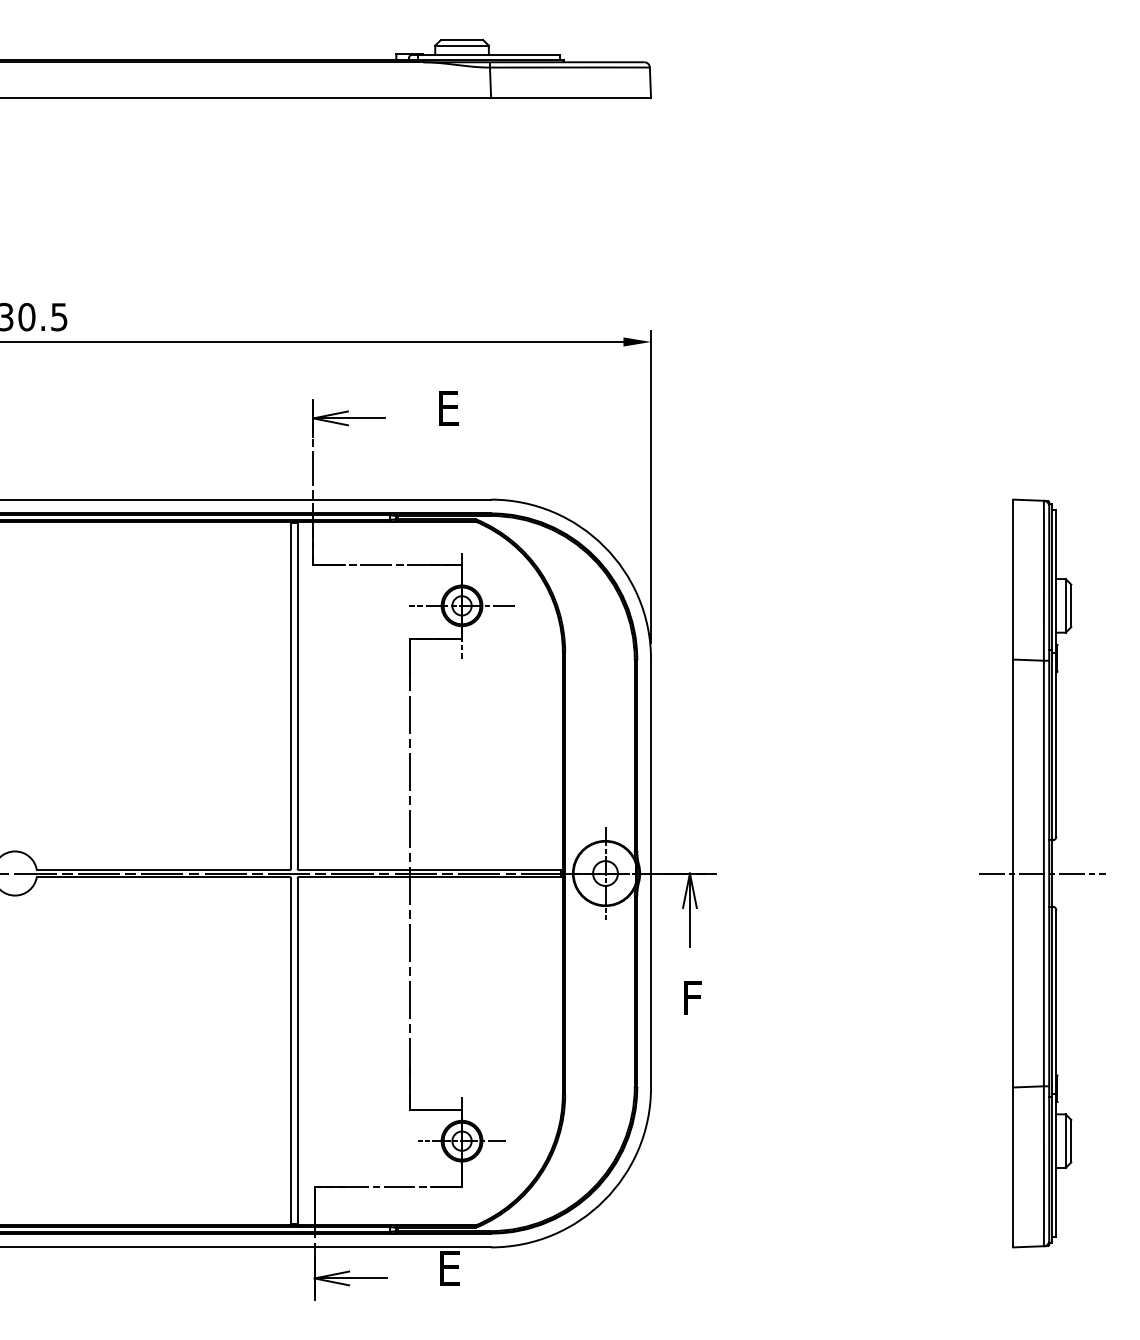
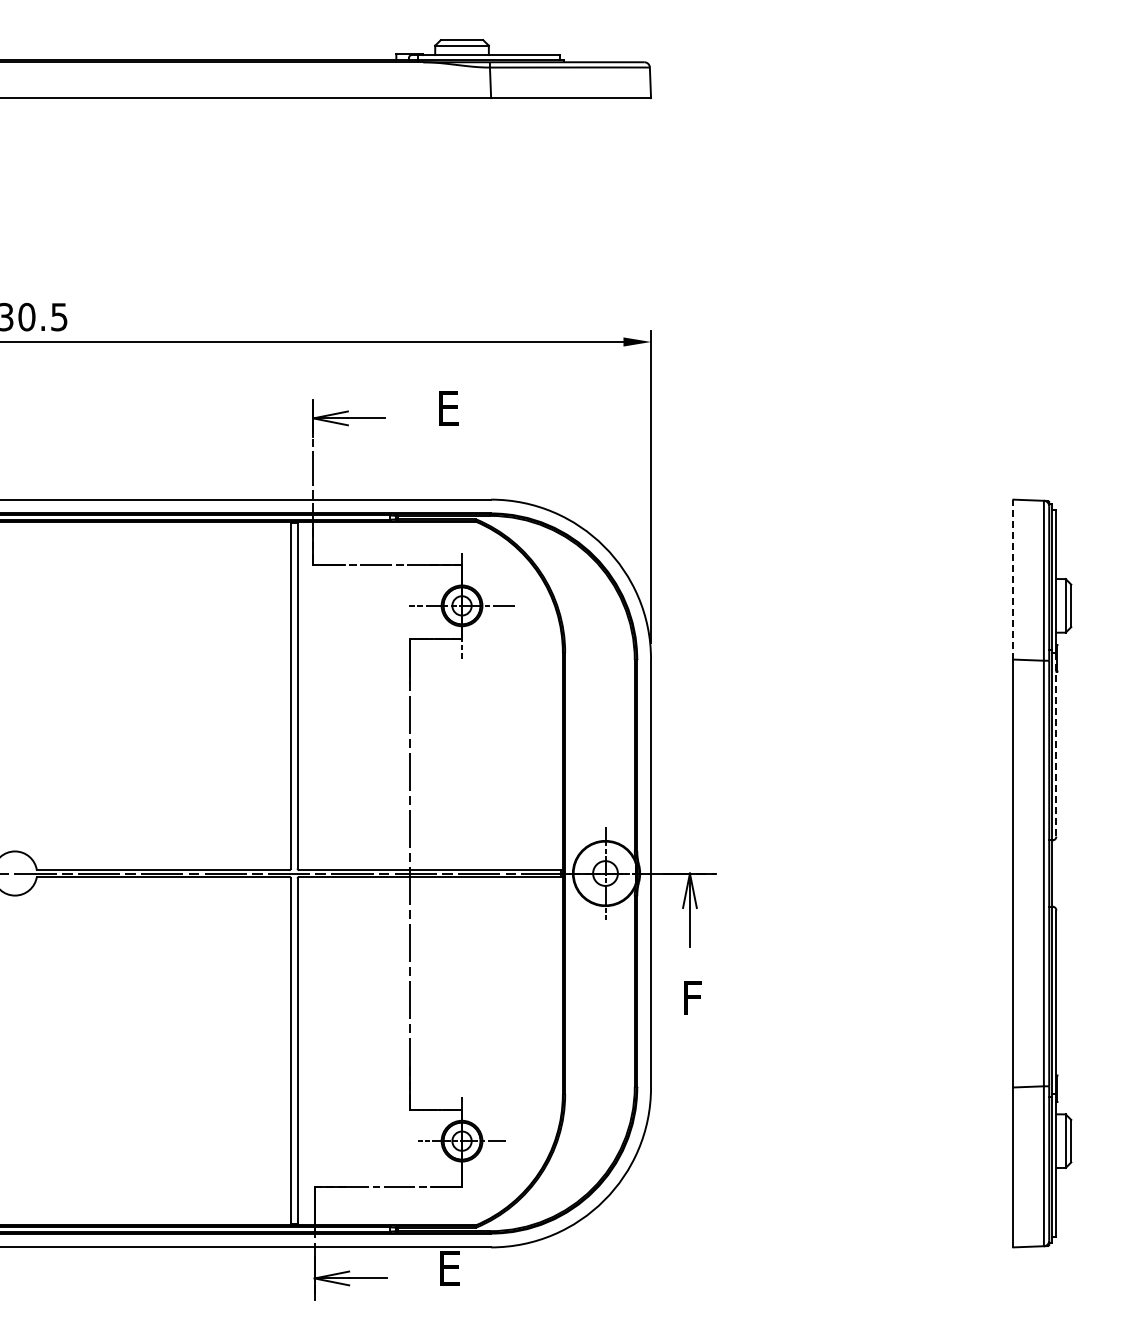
line at (1013, 579): solid -> dashed
line at (1056, 744): solid -> dashed
line at (1041, 873): present -> none
